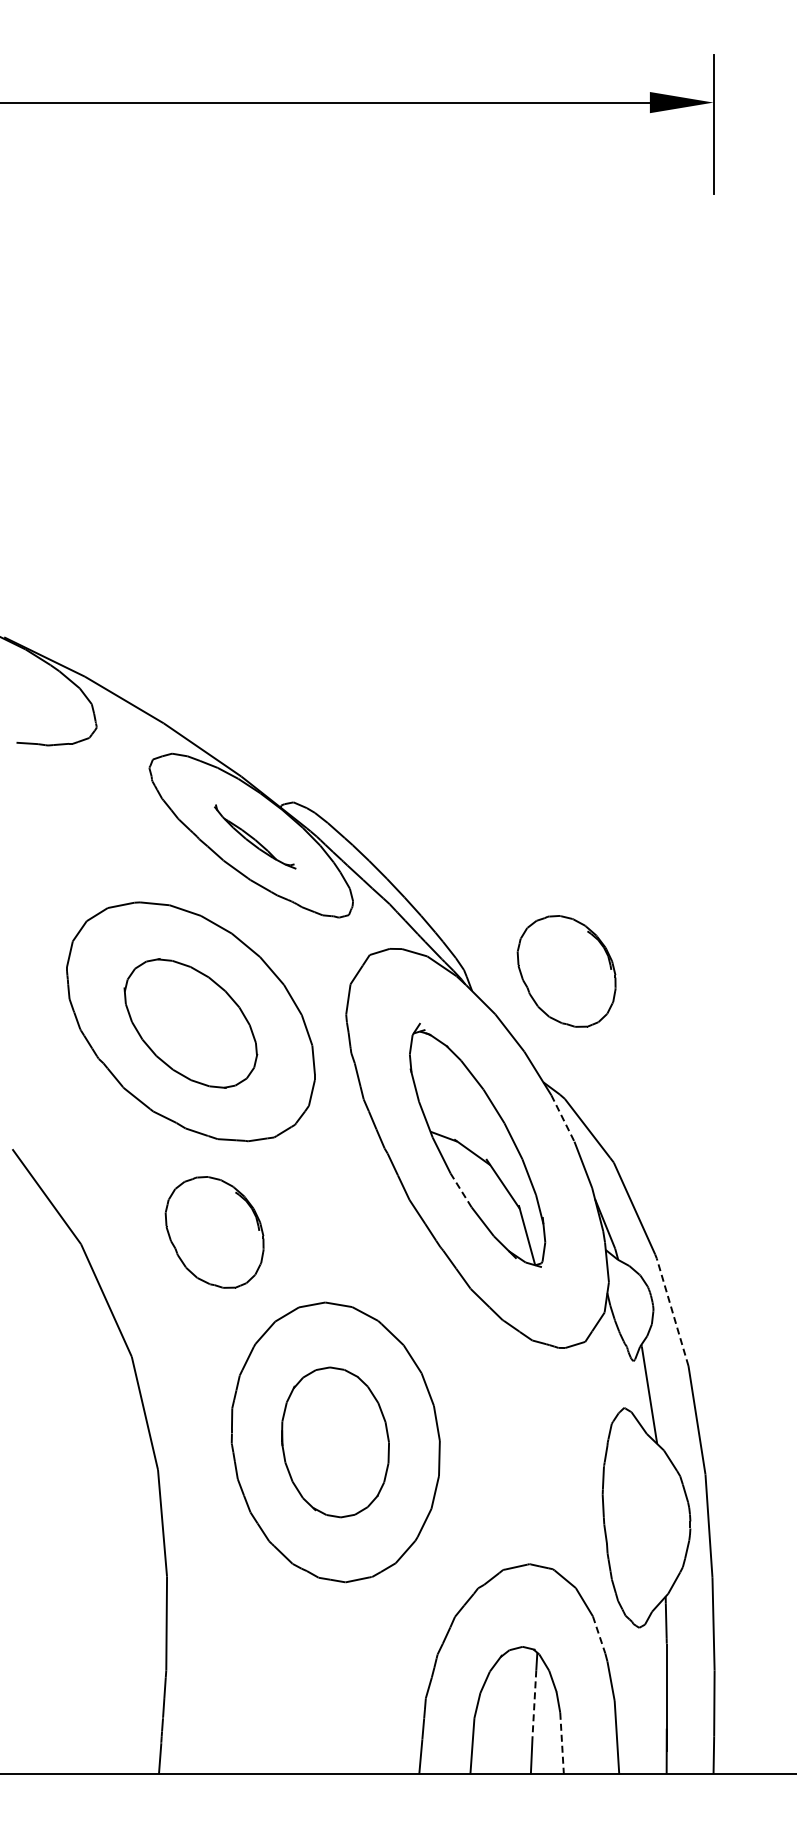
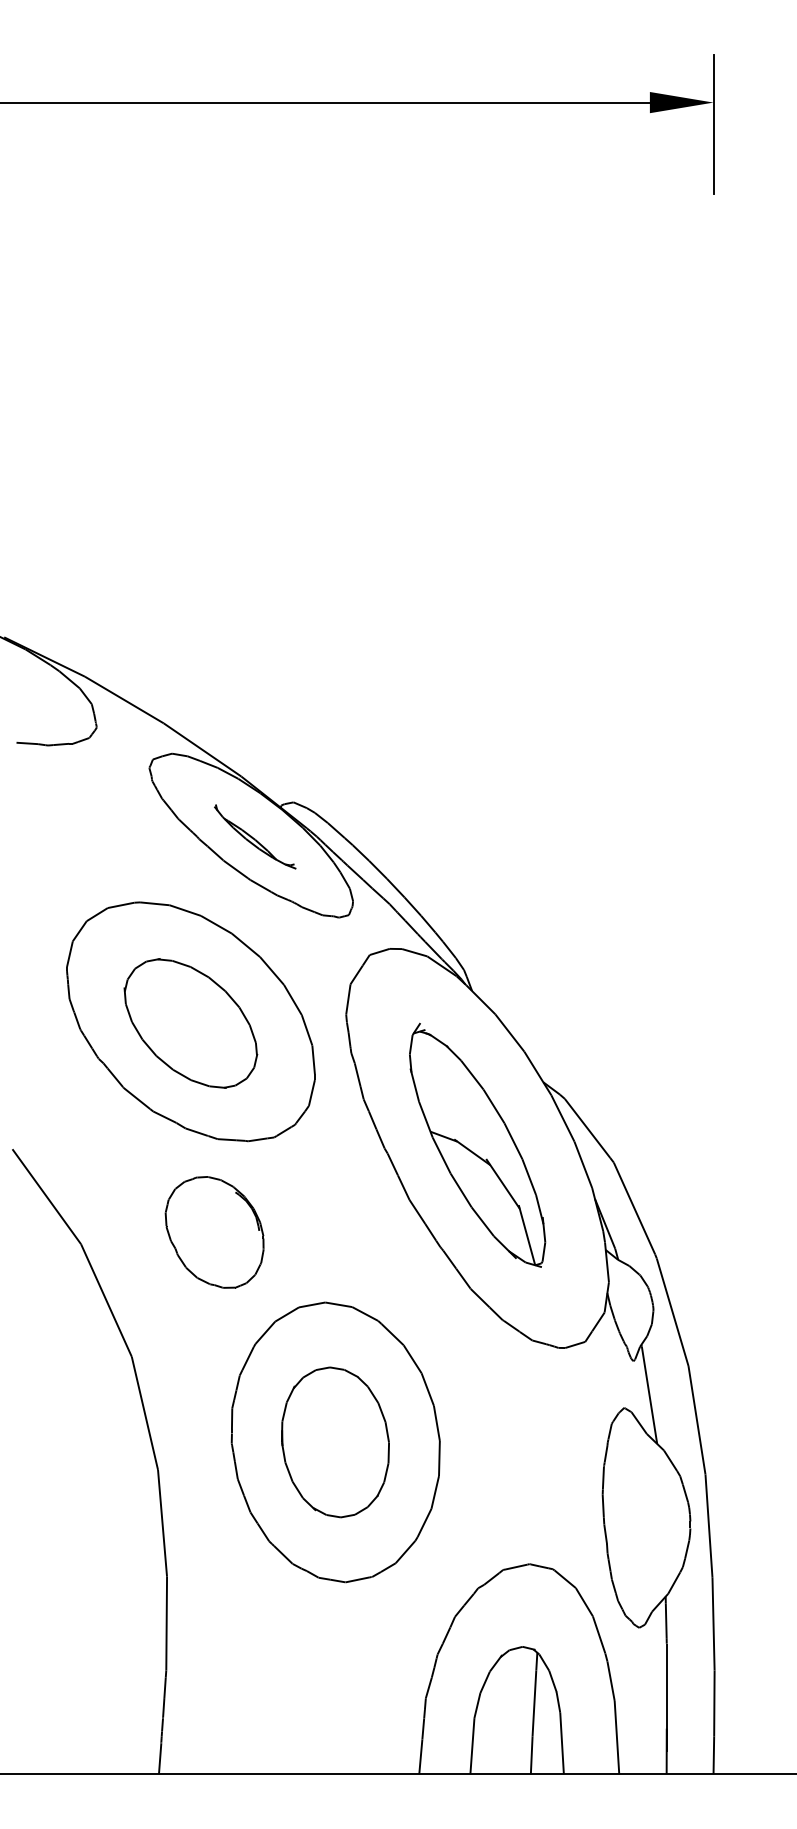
part at (566, 971): present -> none
line at (562, 1118): dashed -> solid
line at (461, 1190): dashed -> solid
line at (672, 1311): dashed -> solid
line at (599, 1634): dashed -> solid
line at (534, 1703): dashed -> solid
line at (562, 1743): dashed -> solid
